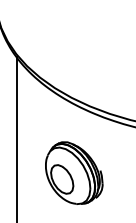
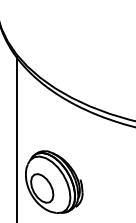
part at (74, 172) position: (74, 172) -> (54, 181)
